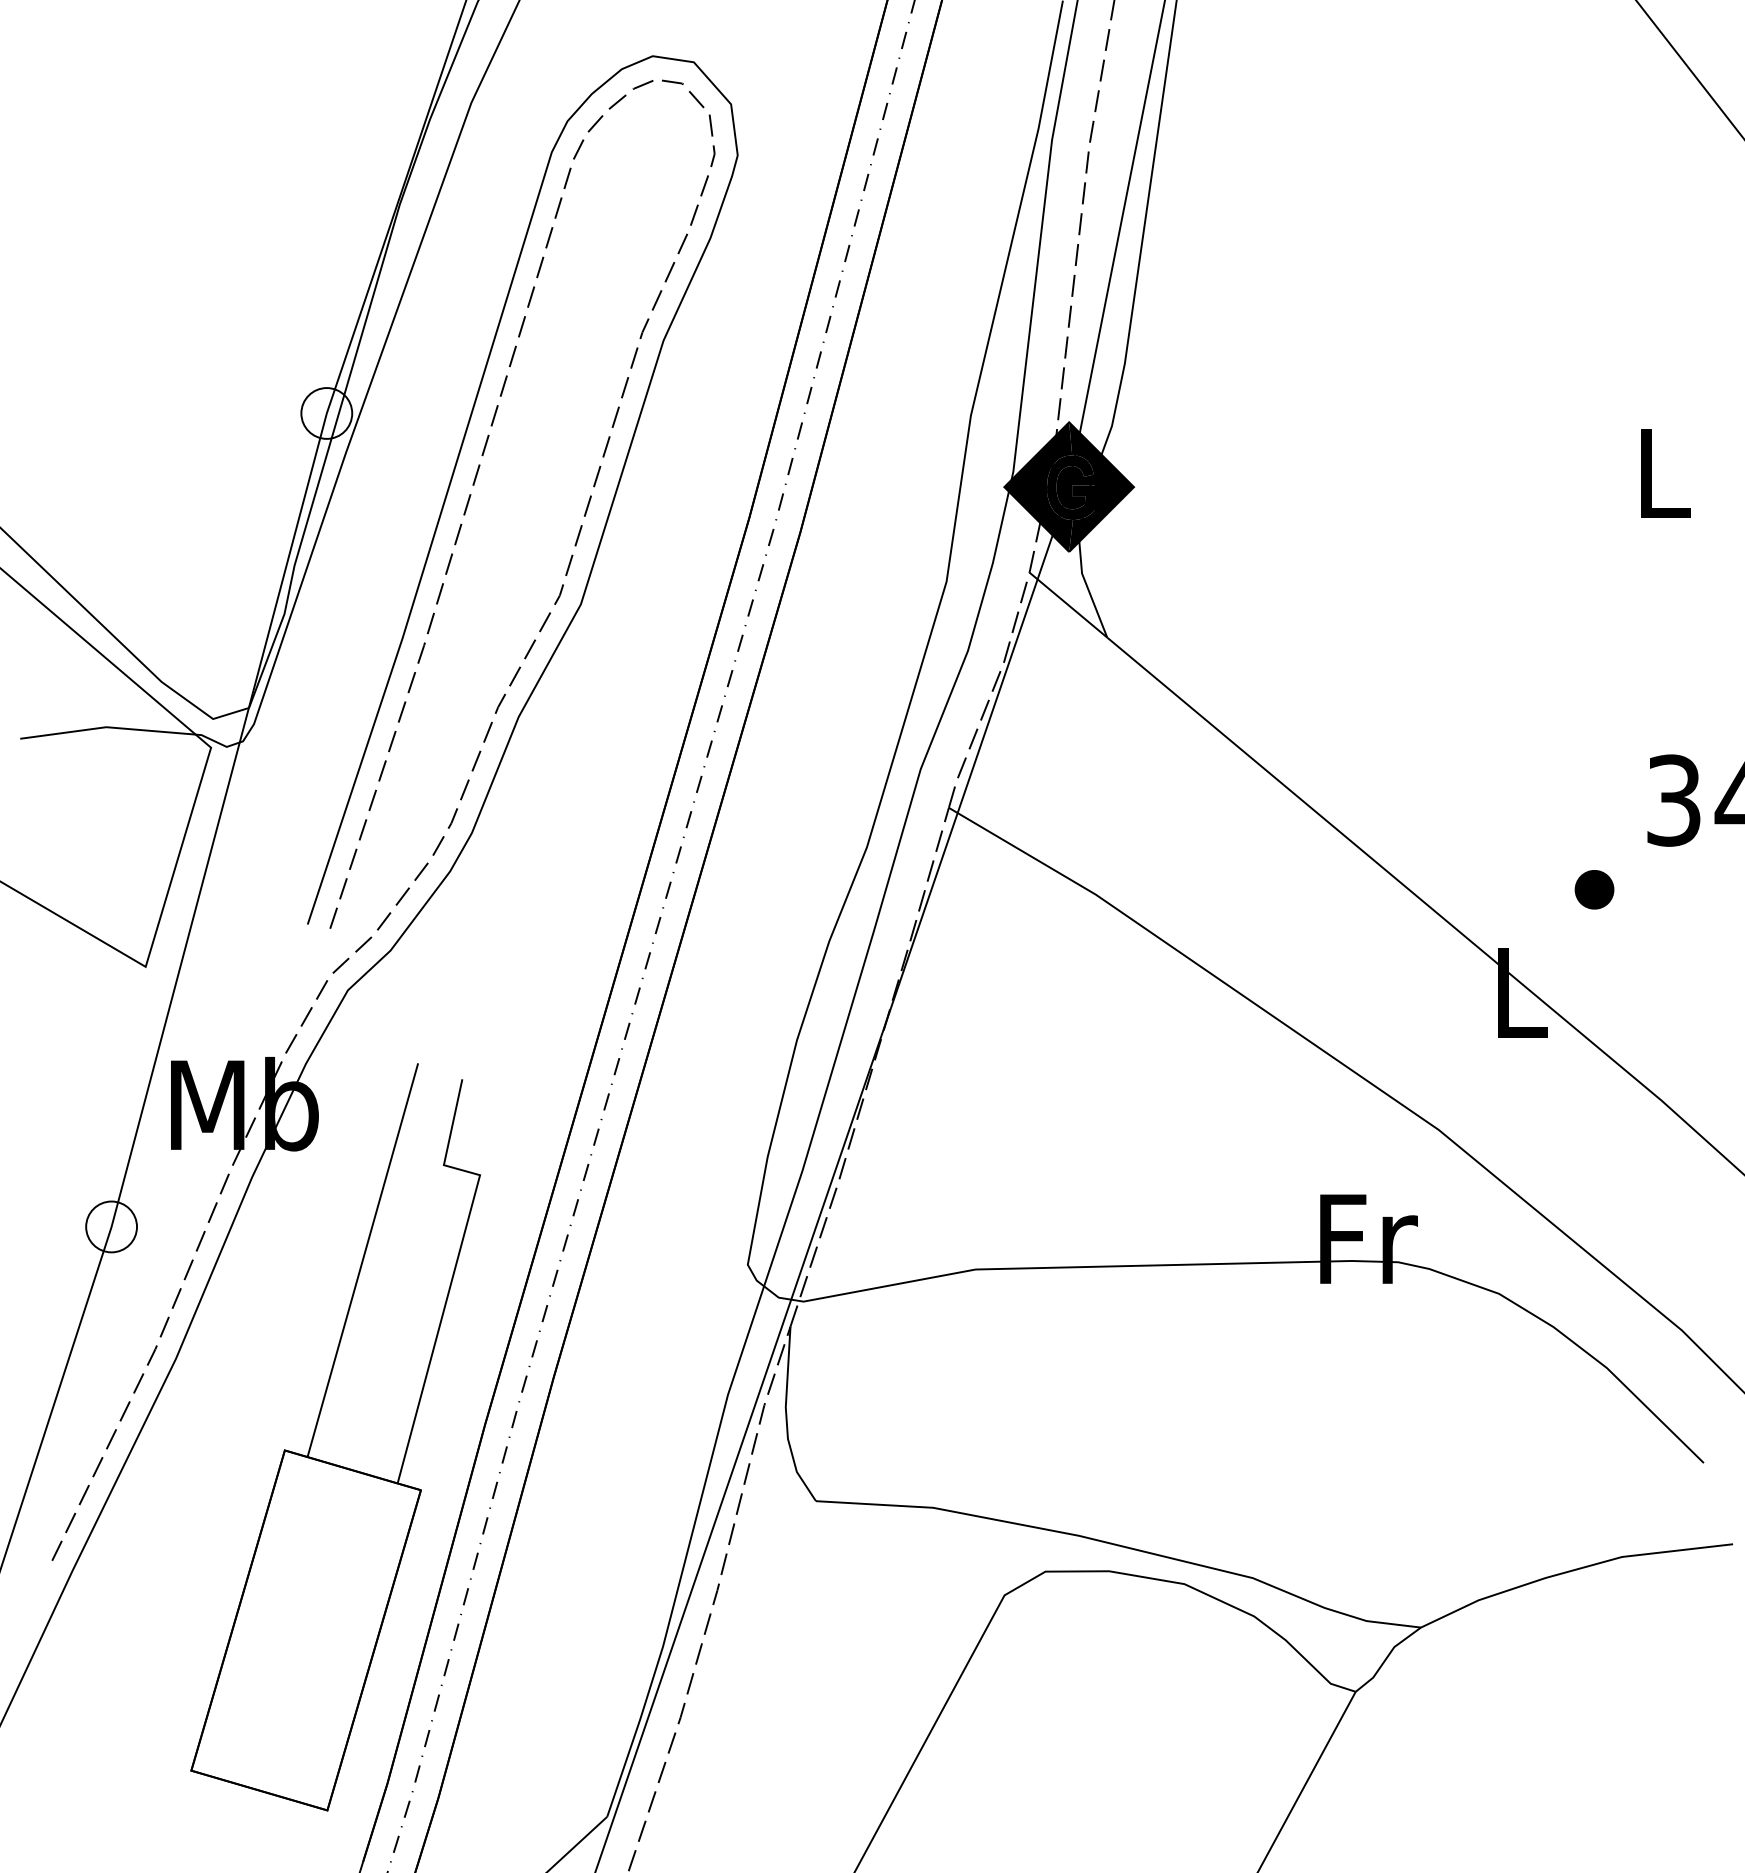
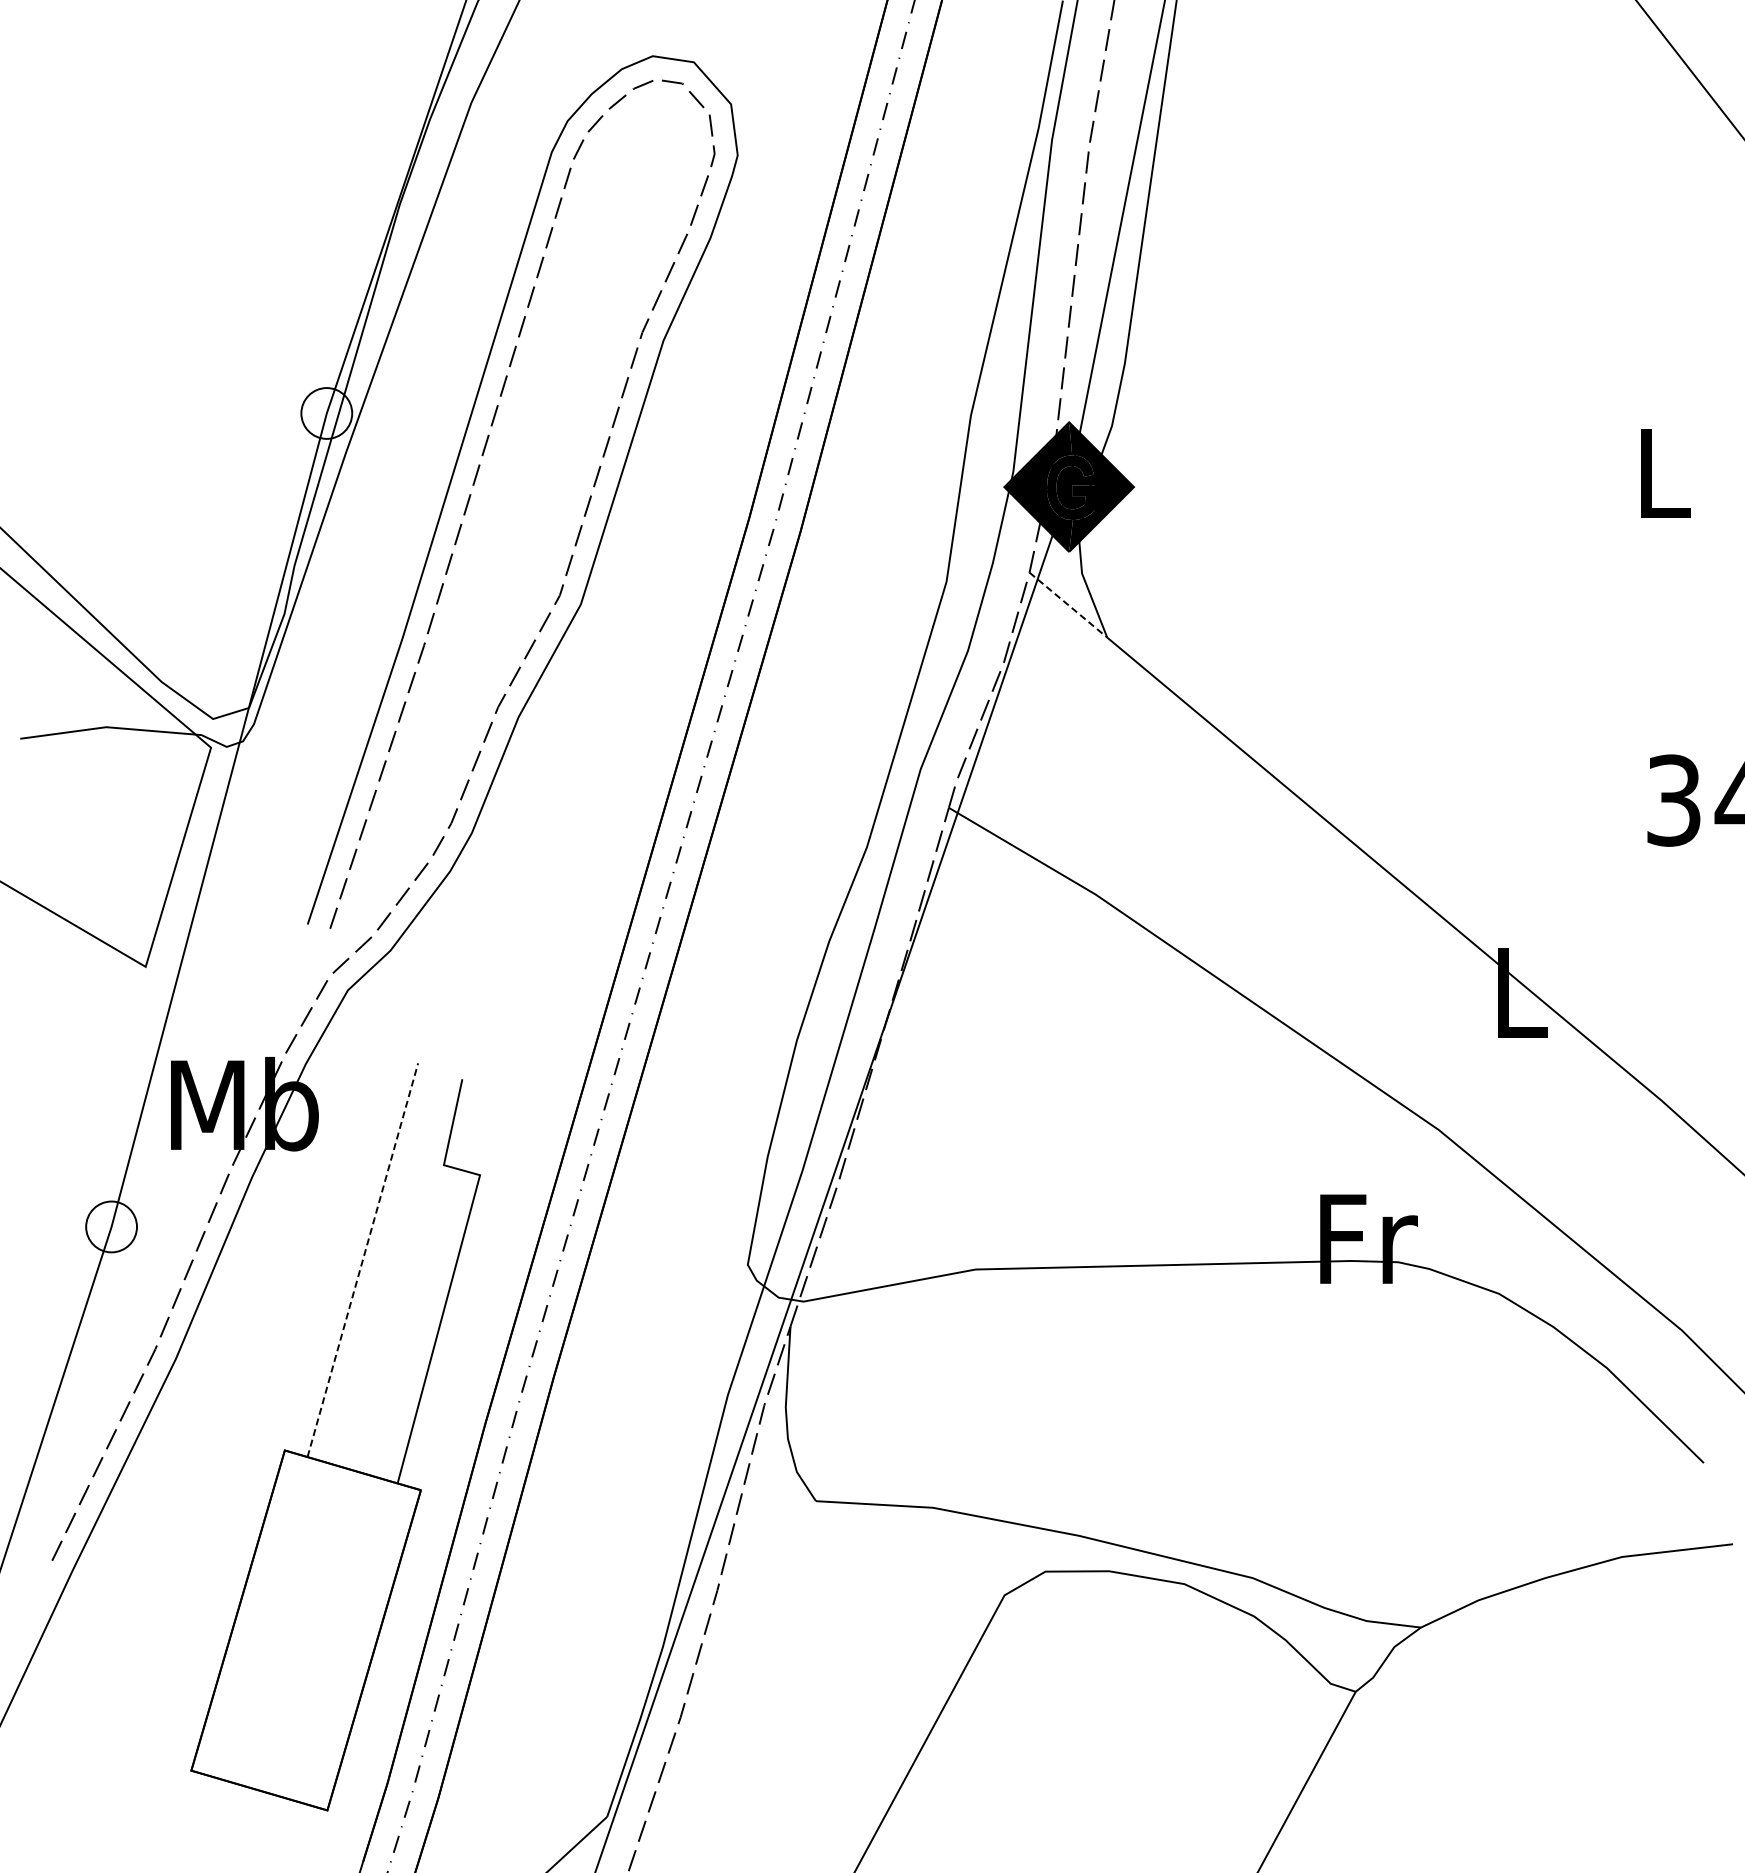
line at (1068, 605): solid -> dashed
part at (1594, 889): present -> none
line at (363, 1259): solid -> dashed
